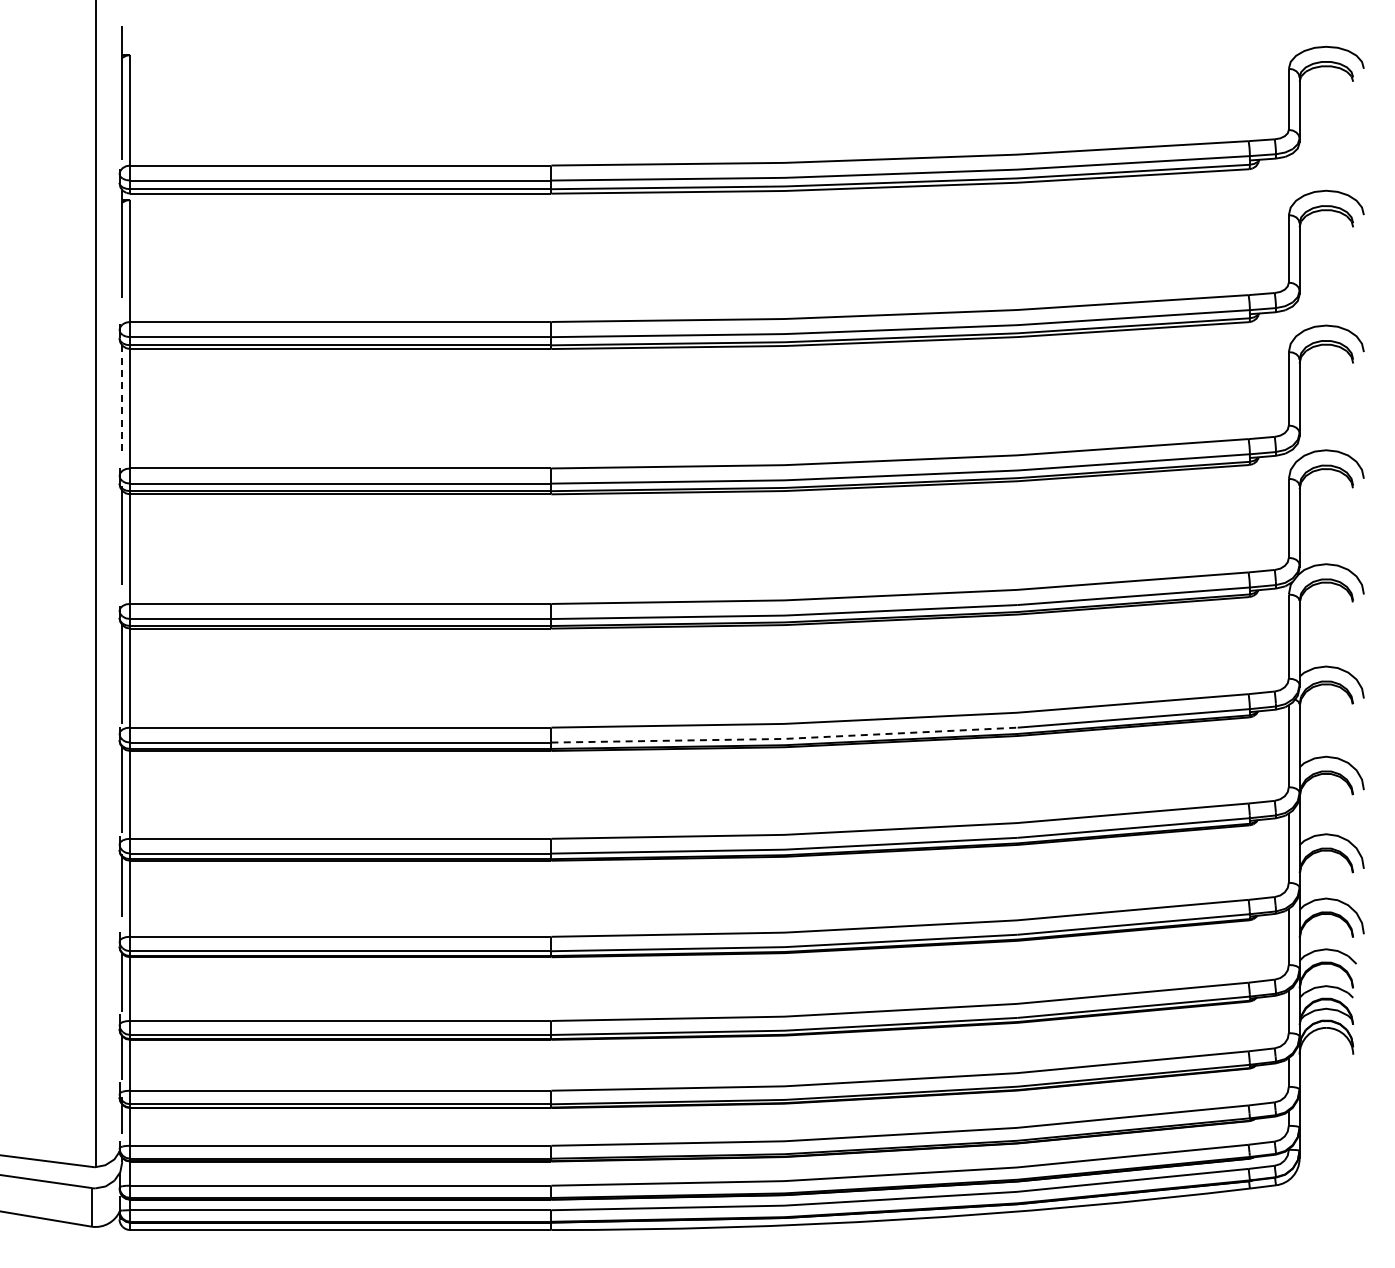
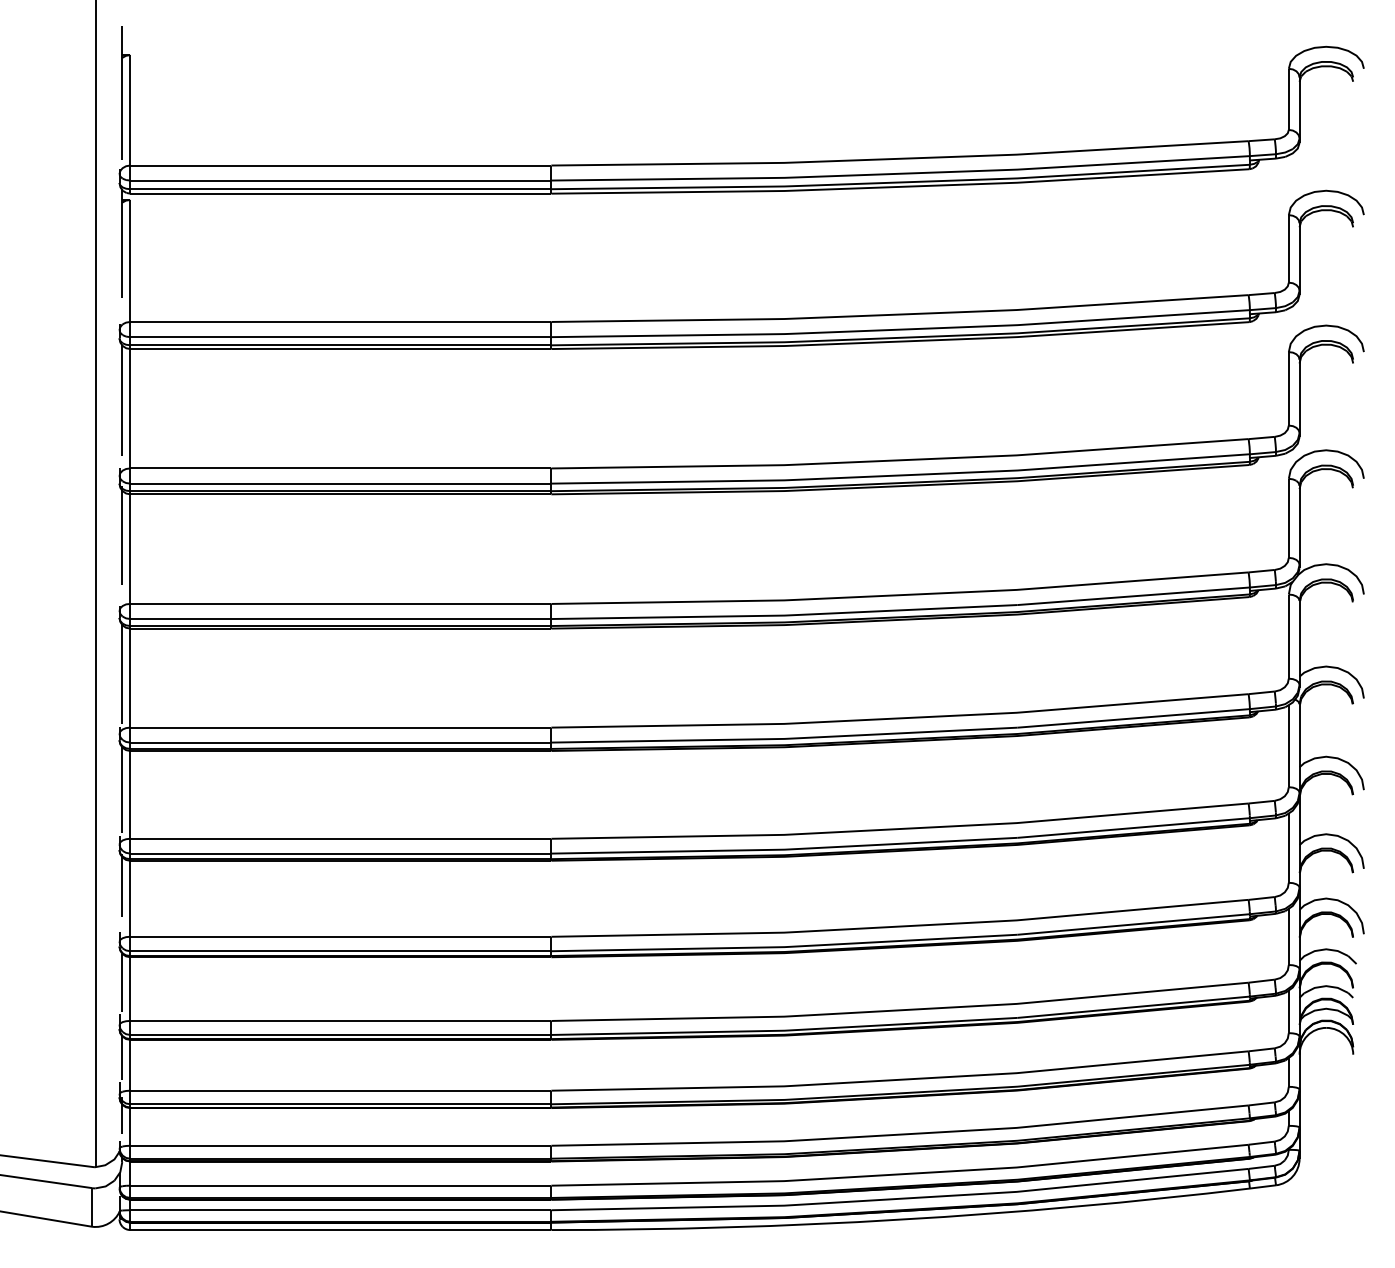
line at (122, 401): dashed -> solid
line at (784, 738): dashed -> solid
